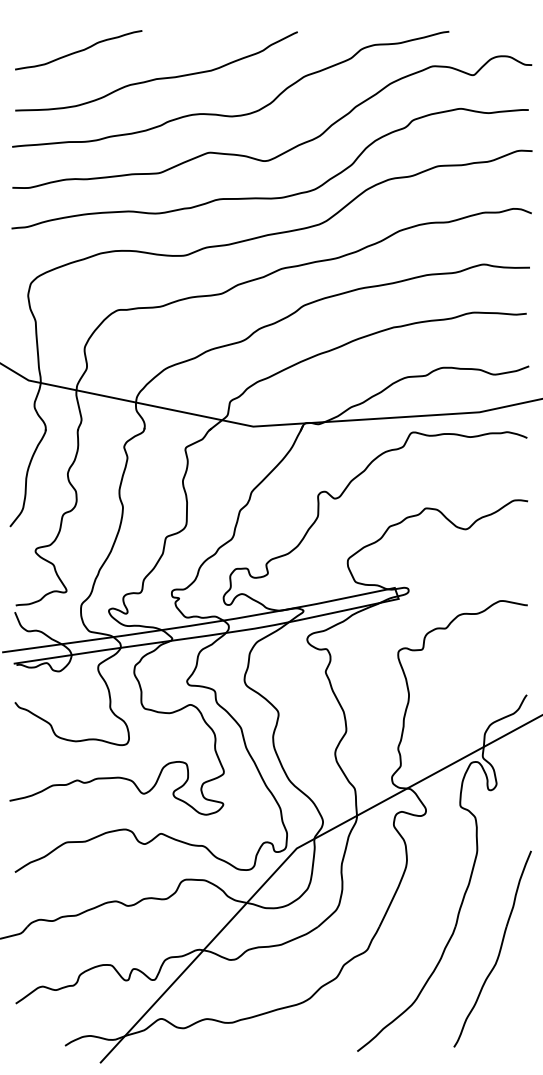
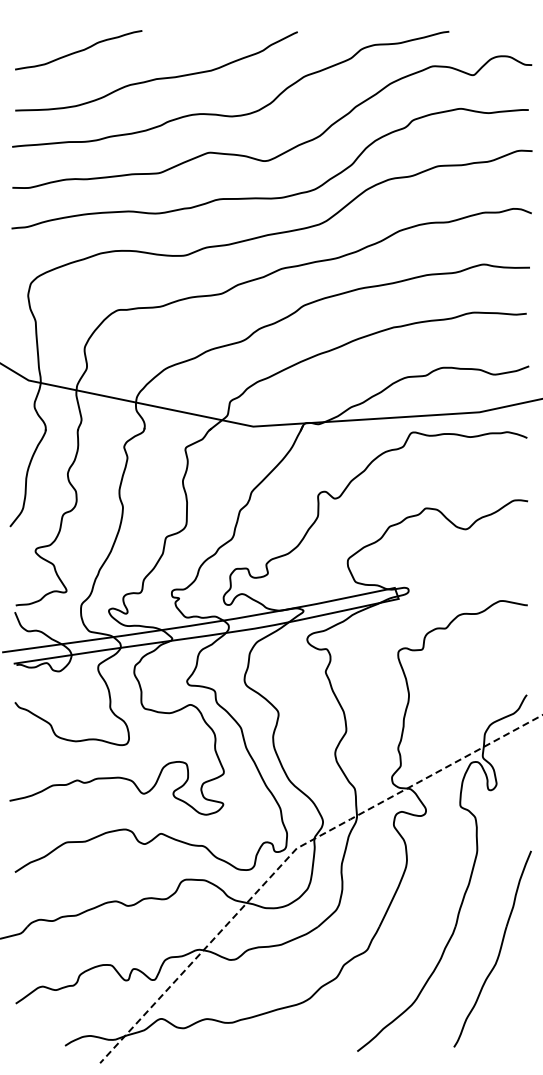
line at (293, 852): solid -> dashed
